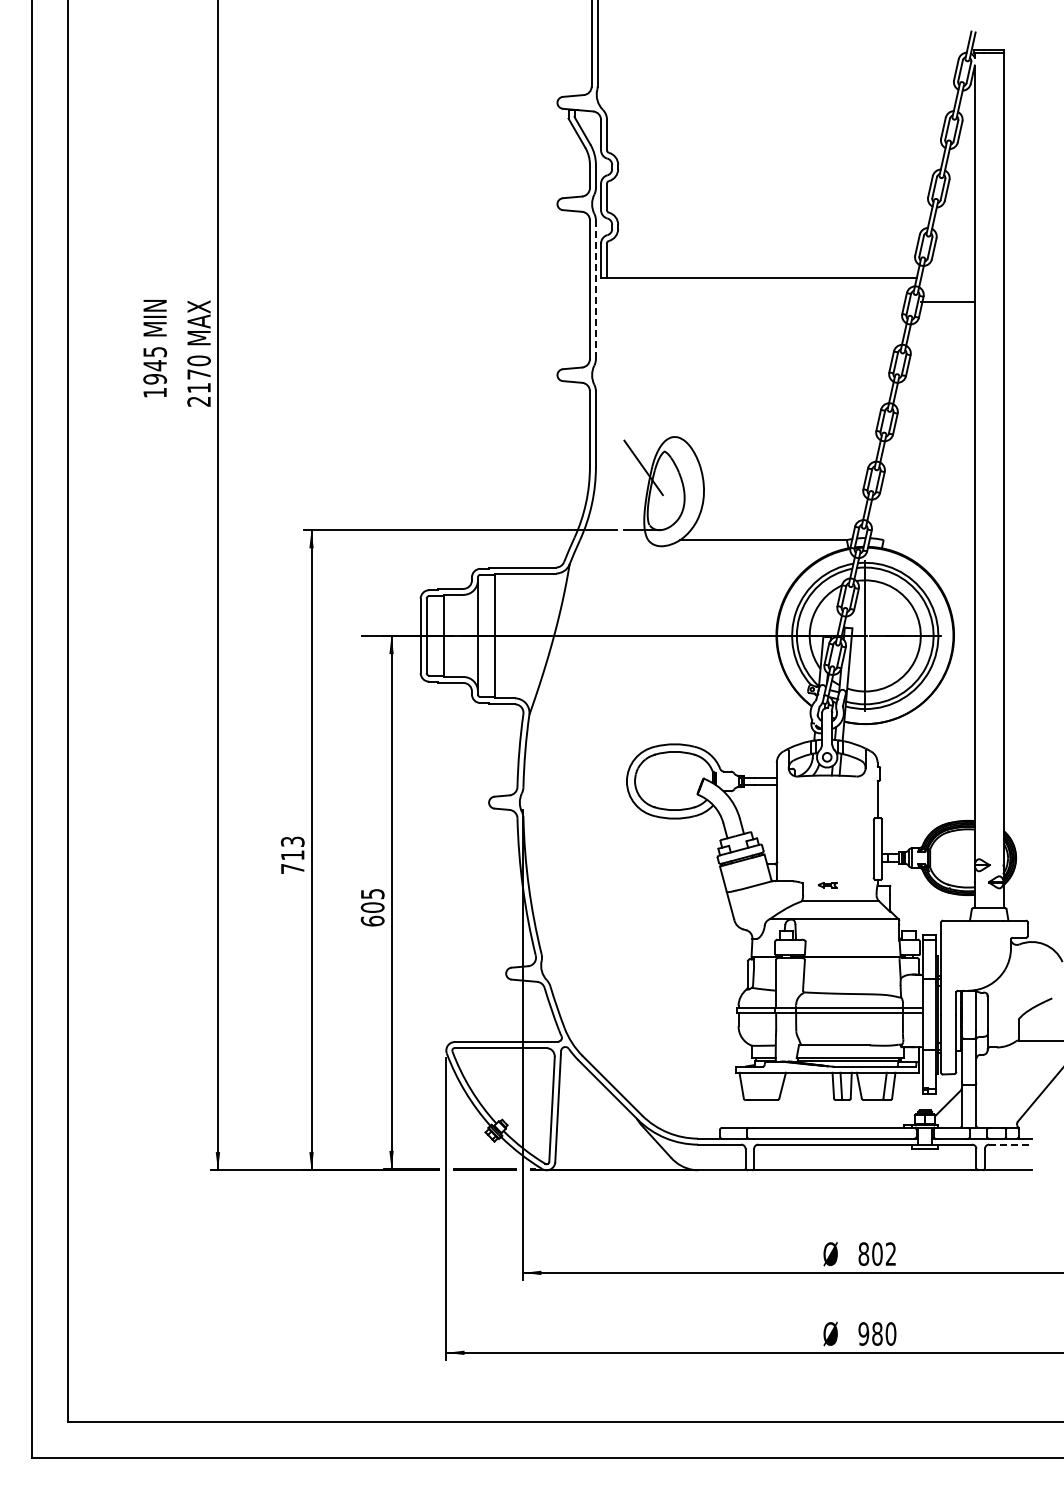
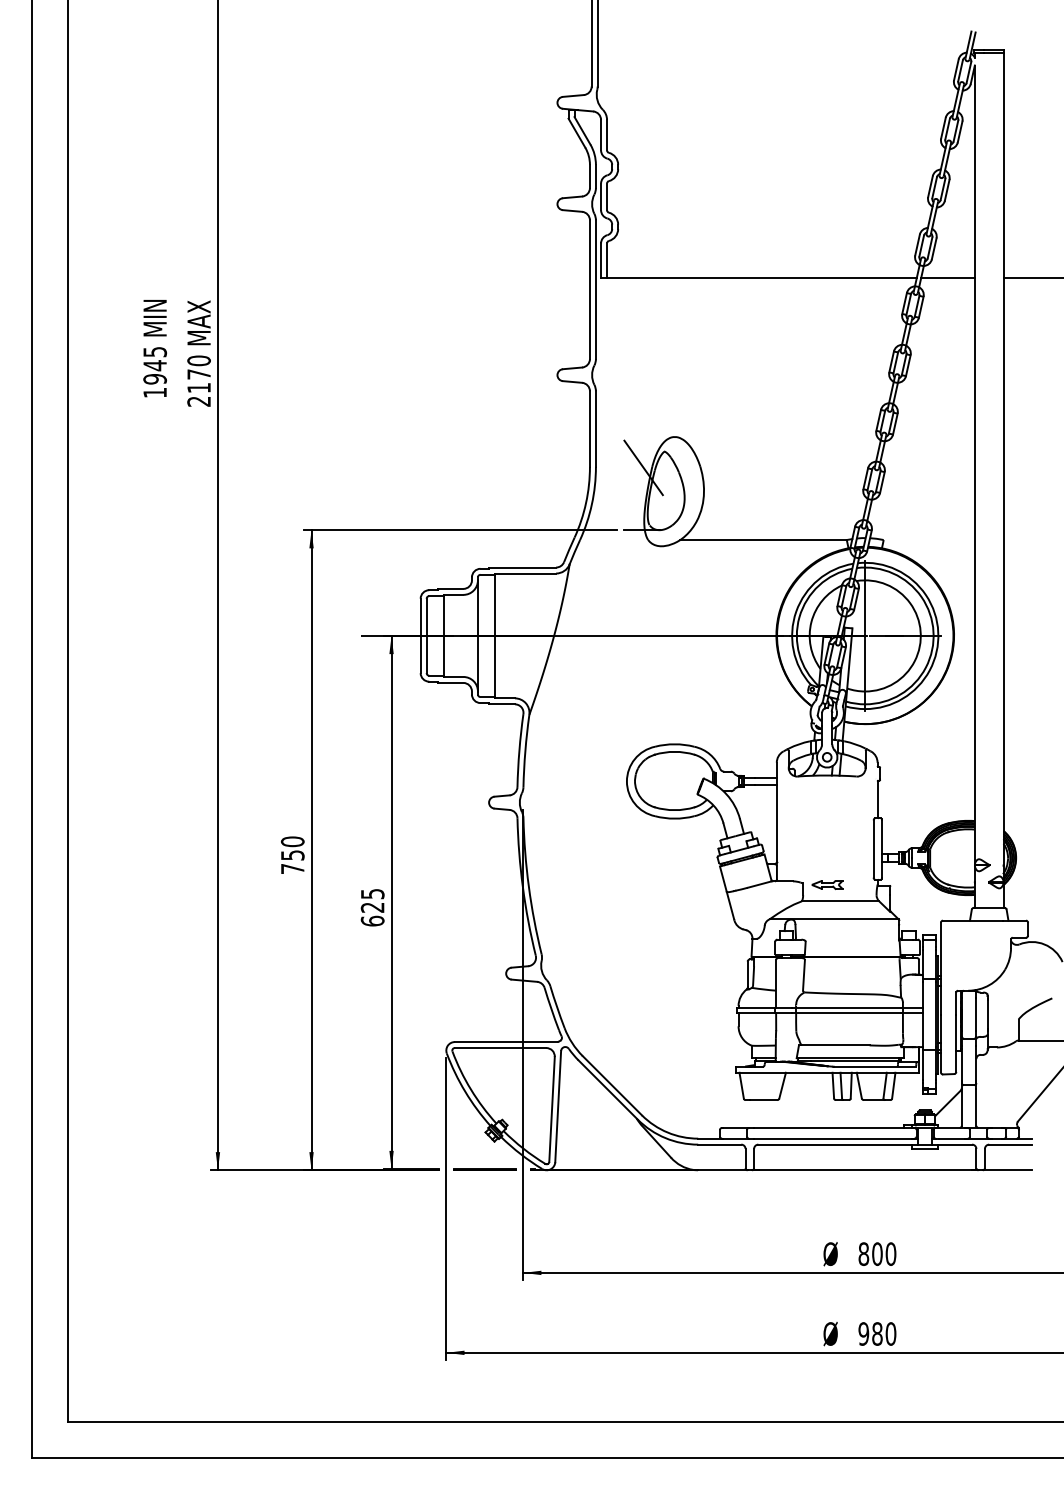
line at (1031, 278): none -> present
line at (595, 290): dashed -> solid
line at (947, 302) position: (947, 302) -> (947, 278)
text at (292, 848): 713 -> 750
part at (827, 885) size: 20x7 px -> 33x11 px
text at (372, 907): 605 -> 625
line at (1010, 1144): dashed -> solid
text at (890, 1253): 802 -> 800
